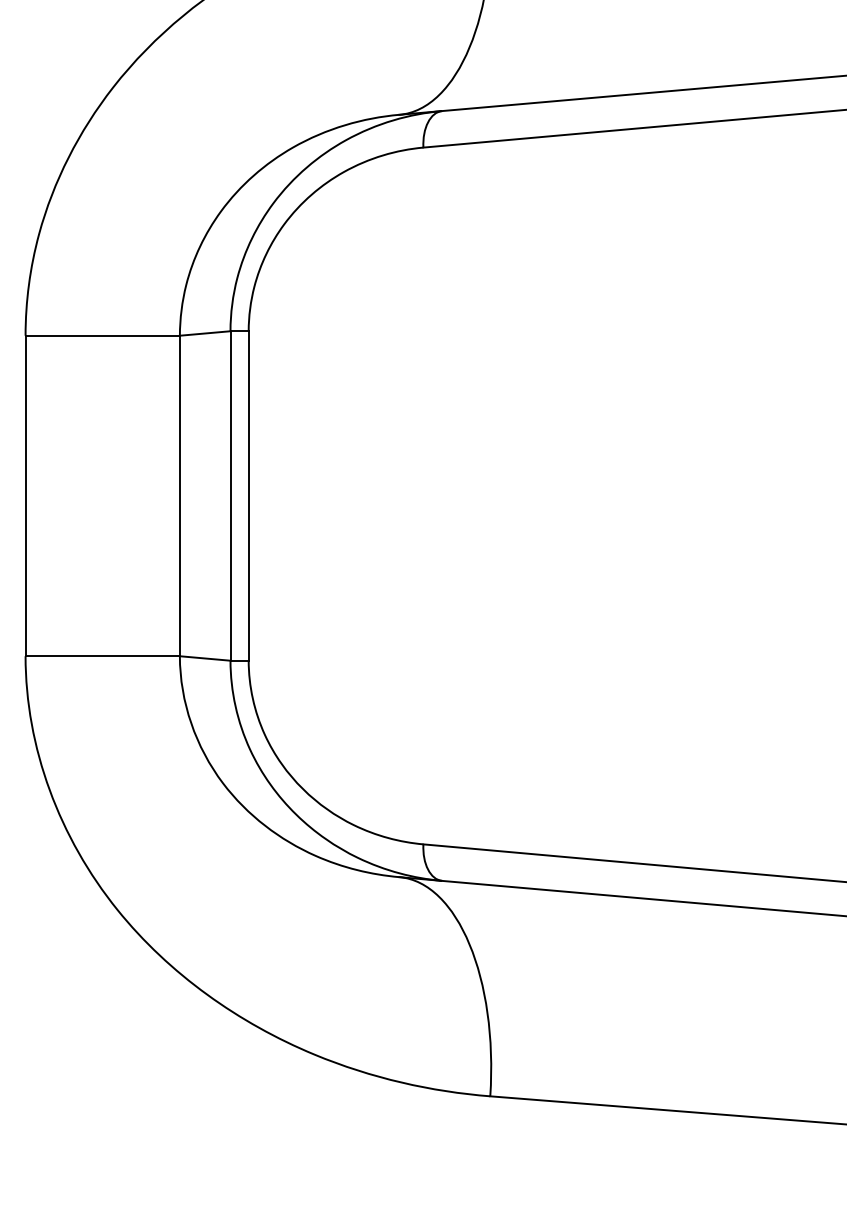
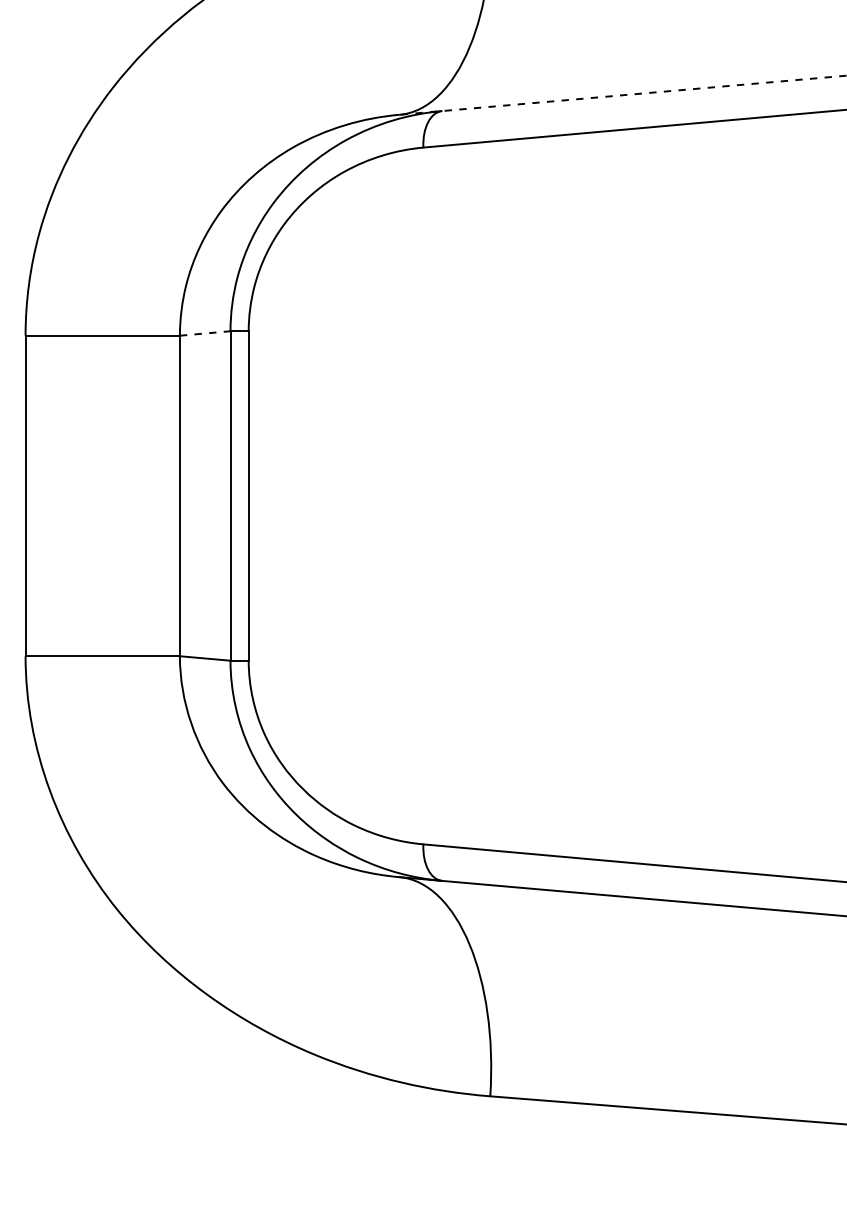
line at (622, 95): solid -> dashed
line at (205, 333): solid -> dashed
